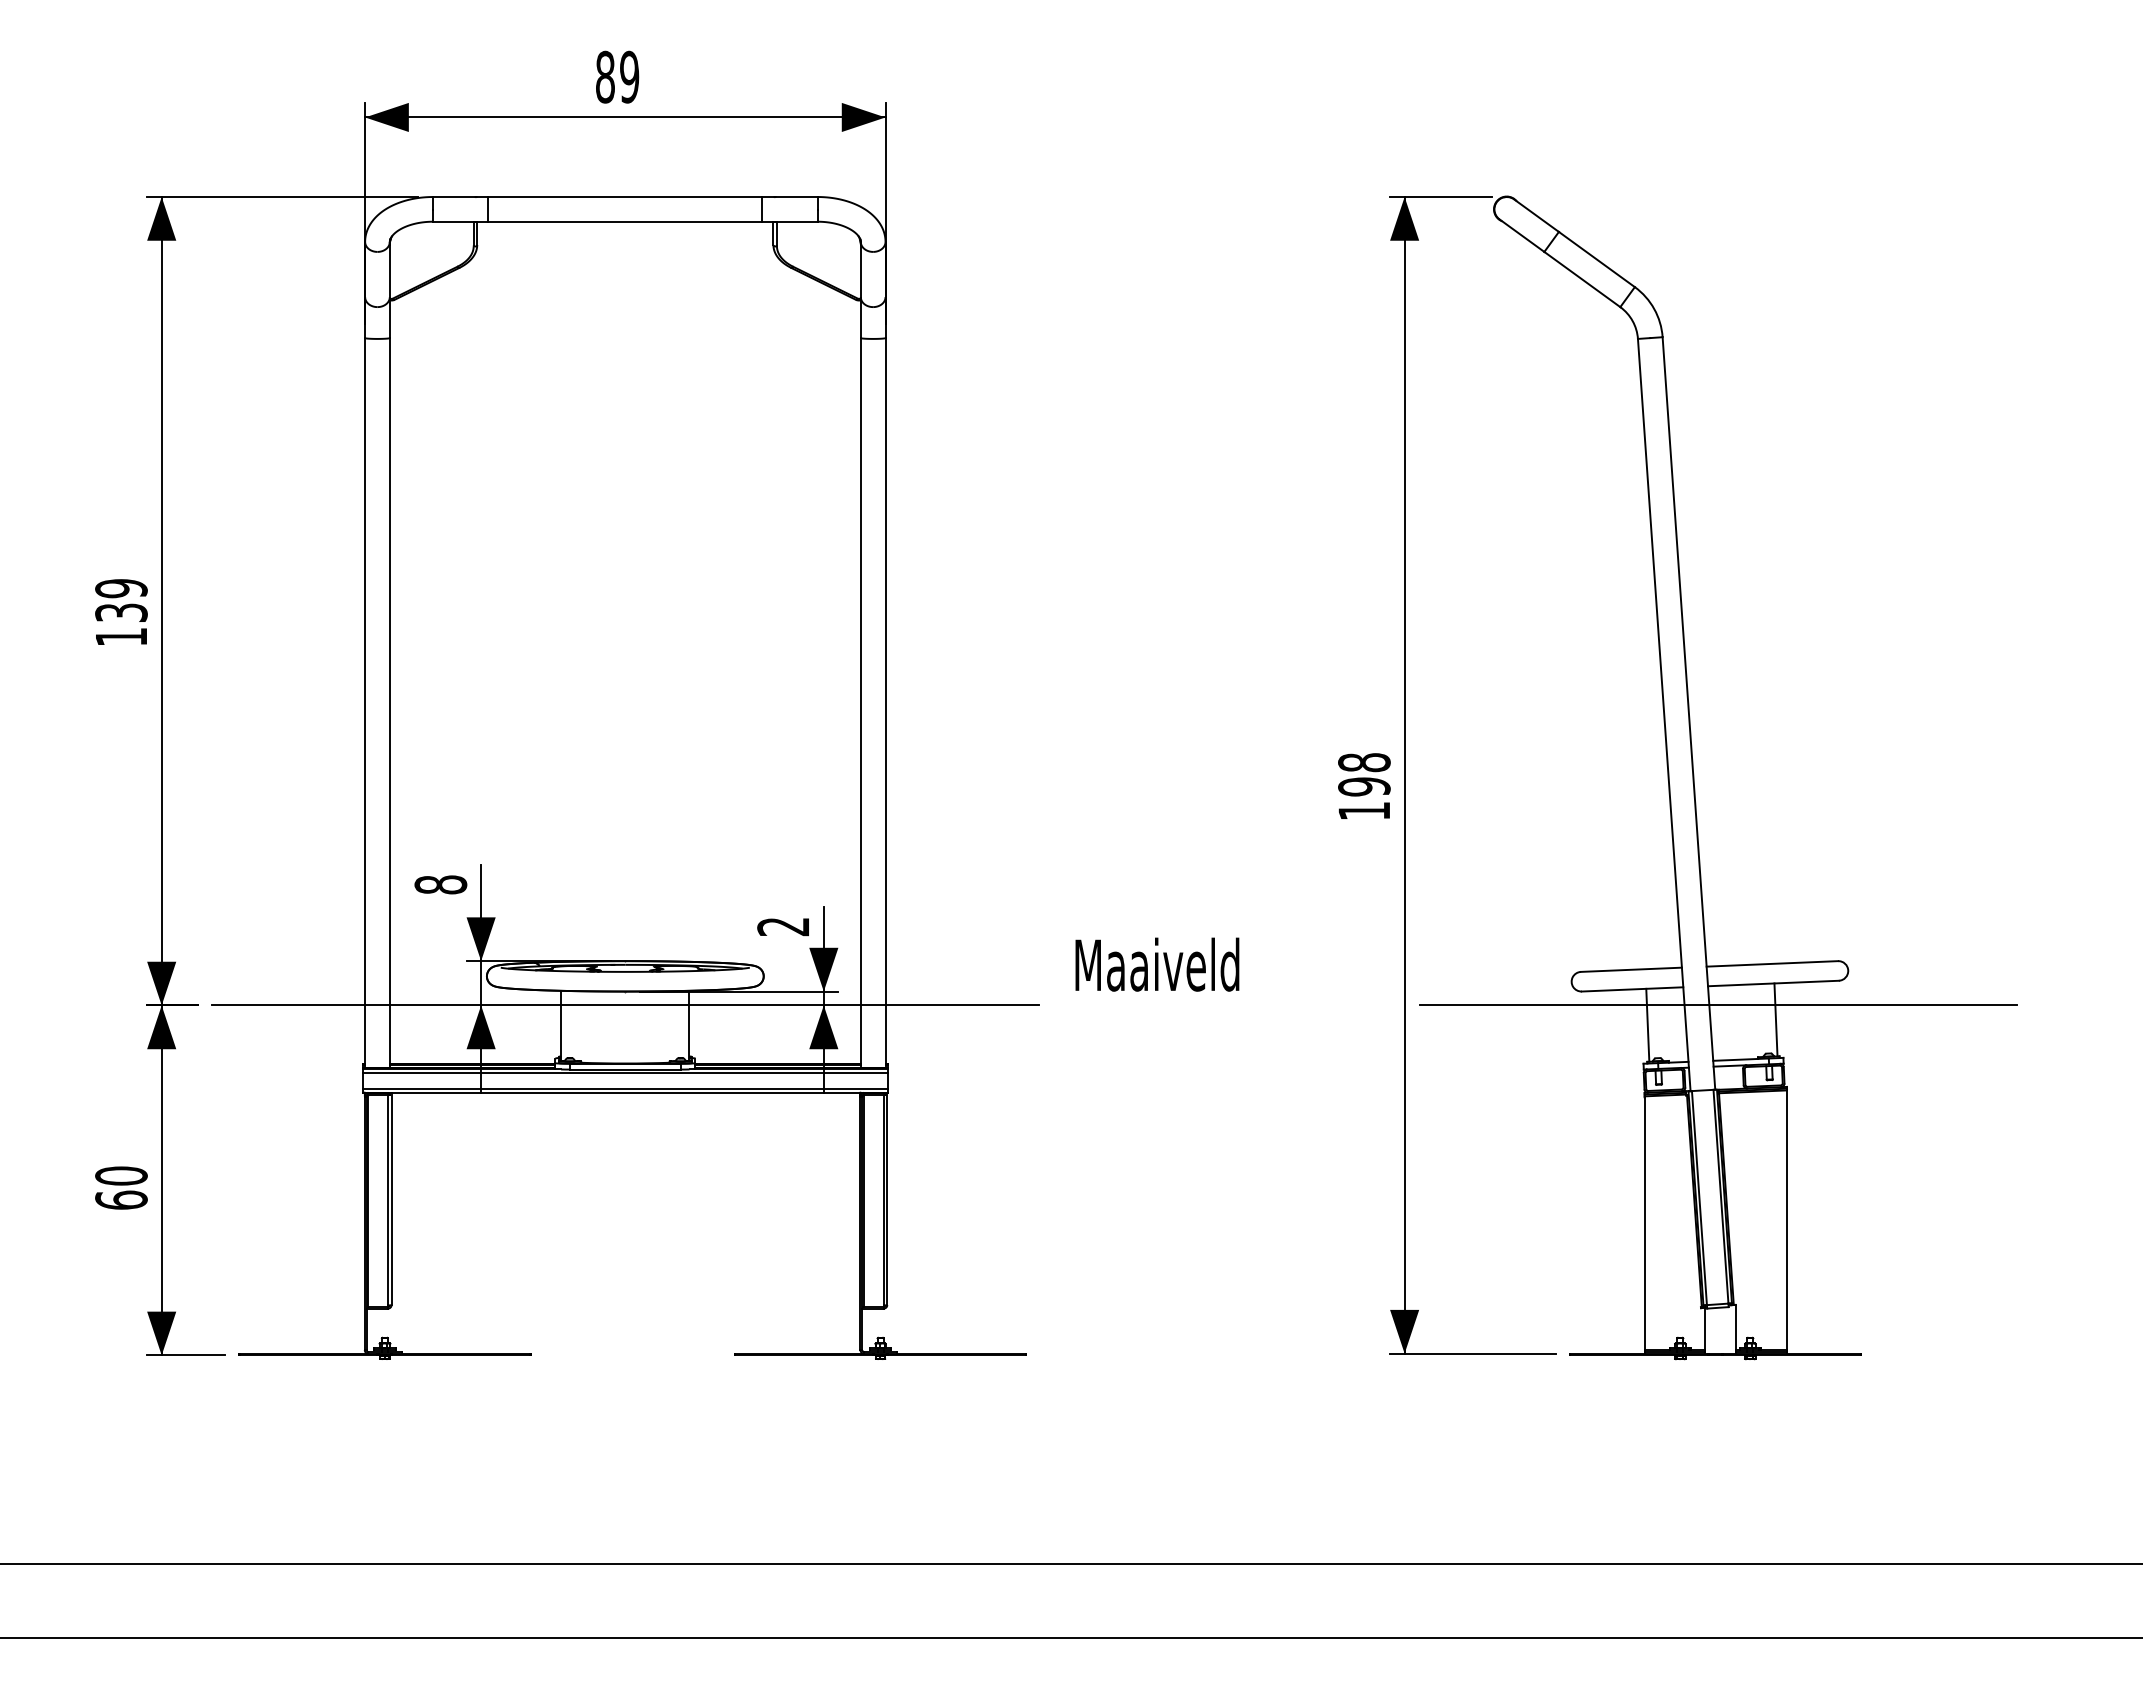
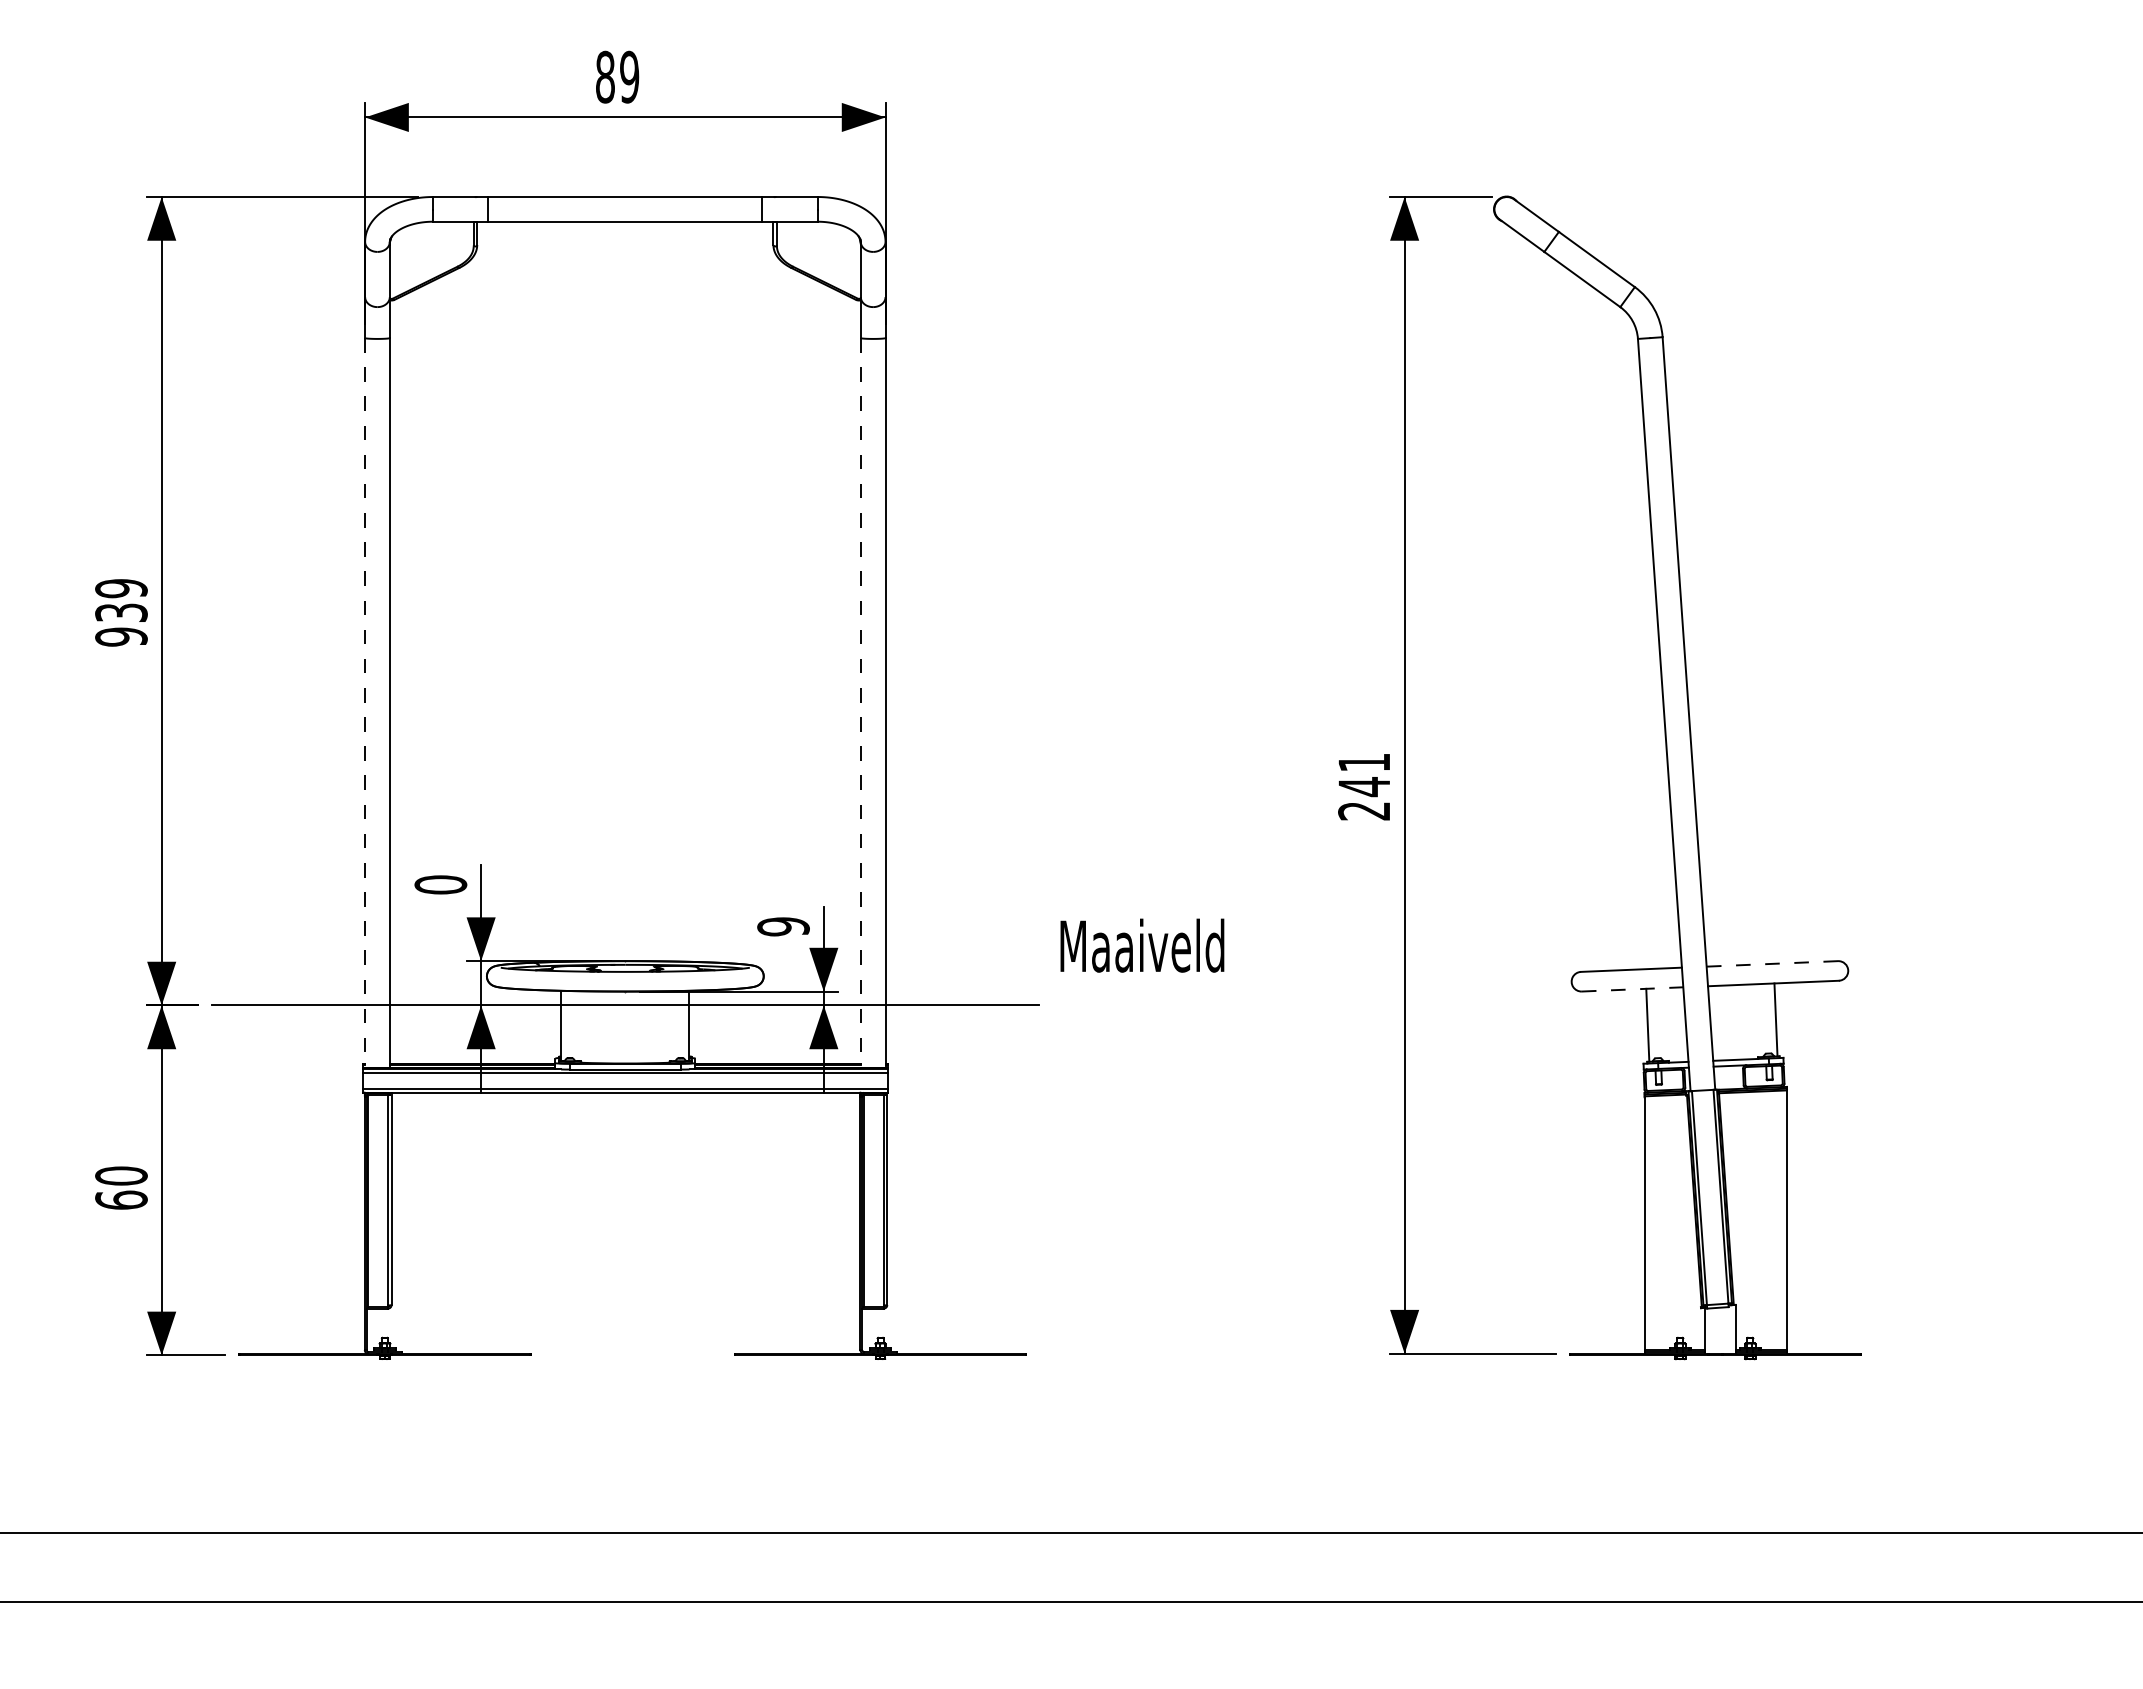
text at (121, 636): 139 -> 939
line at (365, 703): solid -> dashed
line at (860, 703): solid -> dashed
text at (1364, 786): 198 -> 241
text at (440, 884): 8 -> 0
text at (783, 926): 2 -> 9
line at (1772, 963): solid -> dashed
text at (1157, 964) position: (1157, 964) -> (1142, 945)
line at (1632, 989): solid -> dashed
line at (1718, 1005): present -> none
line at (1070, 1563) position: (1070, 1563) -> (1070, 1532)
line at (1070, 1638) position: (1070, 1638) -> (1070, 1602)
